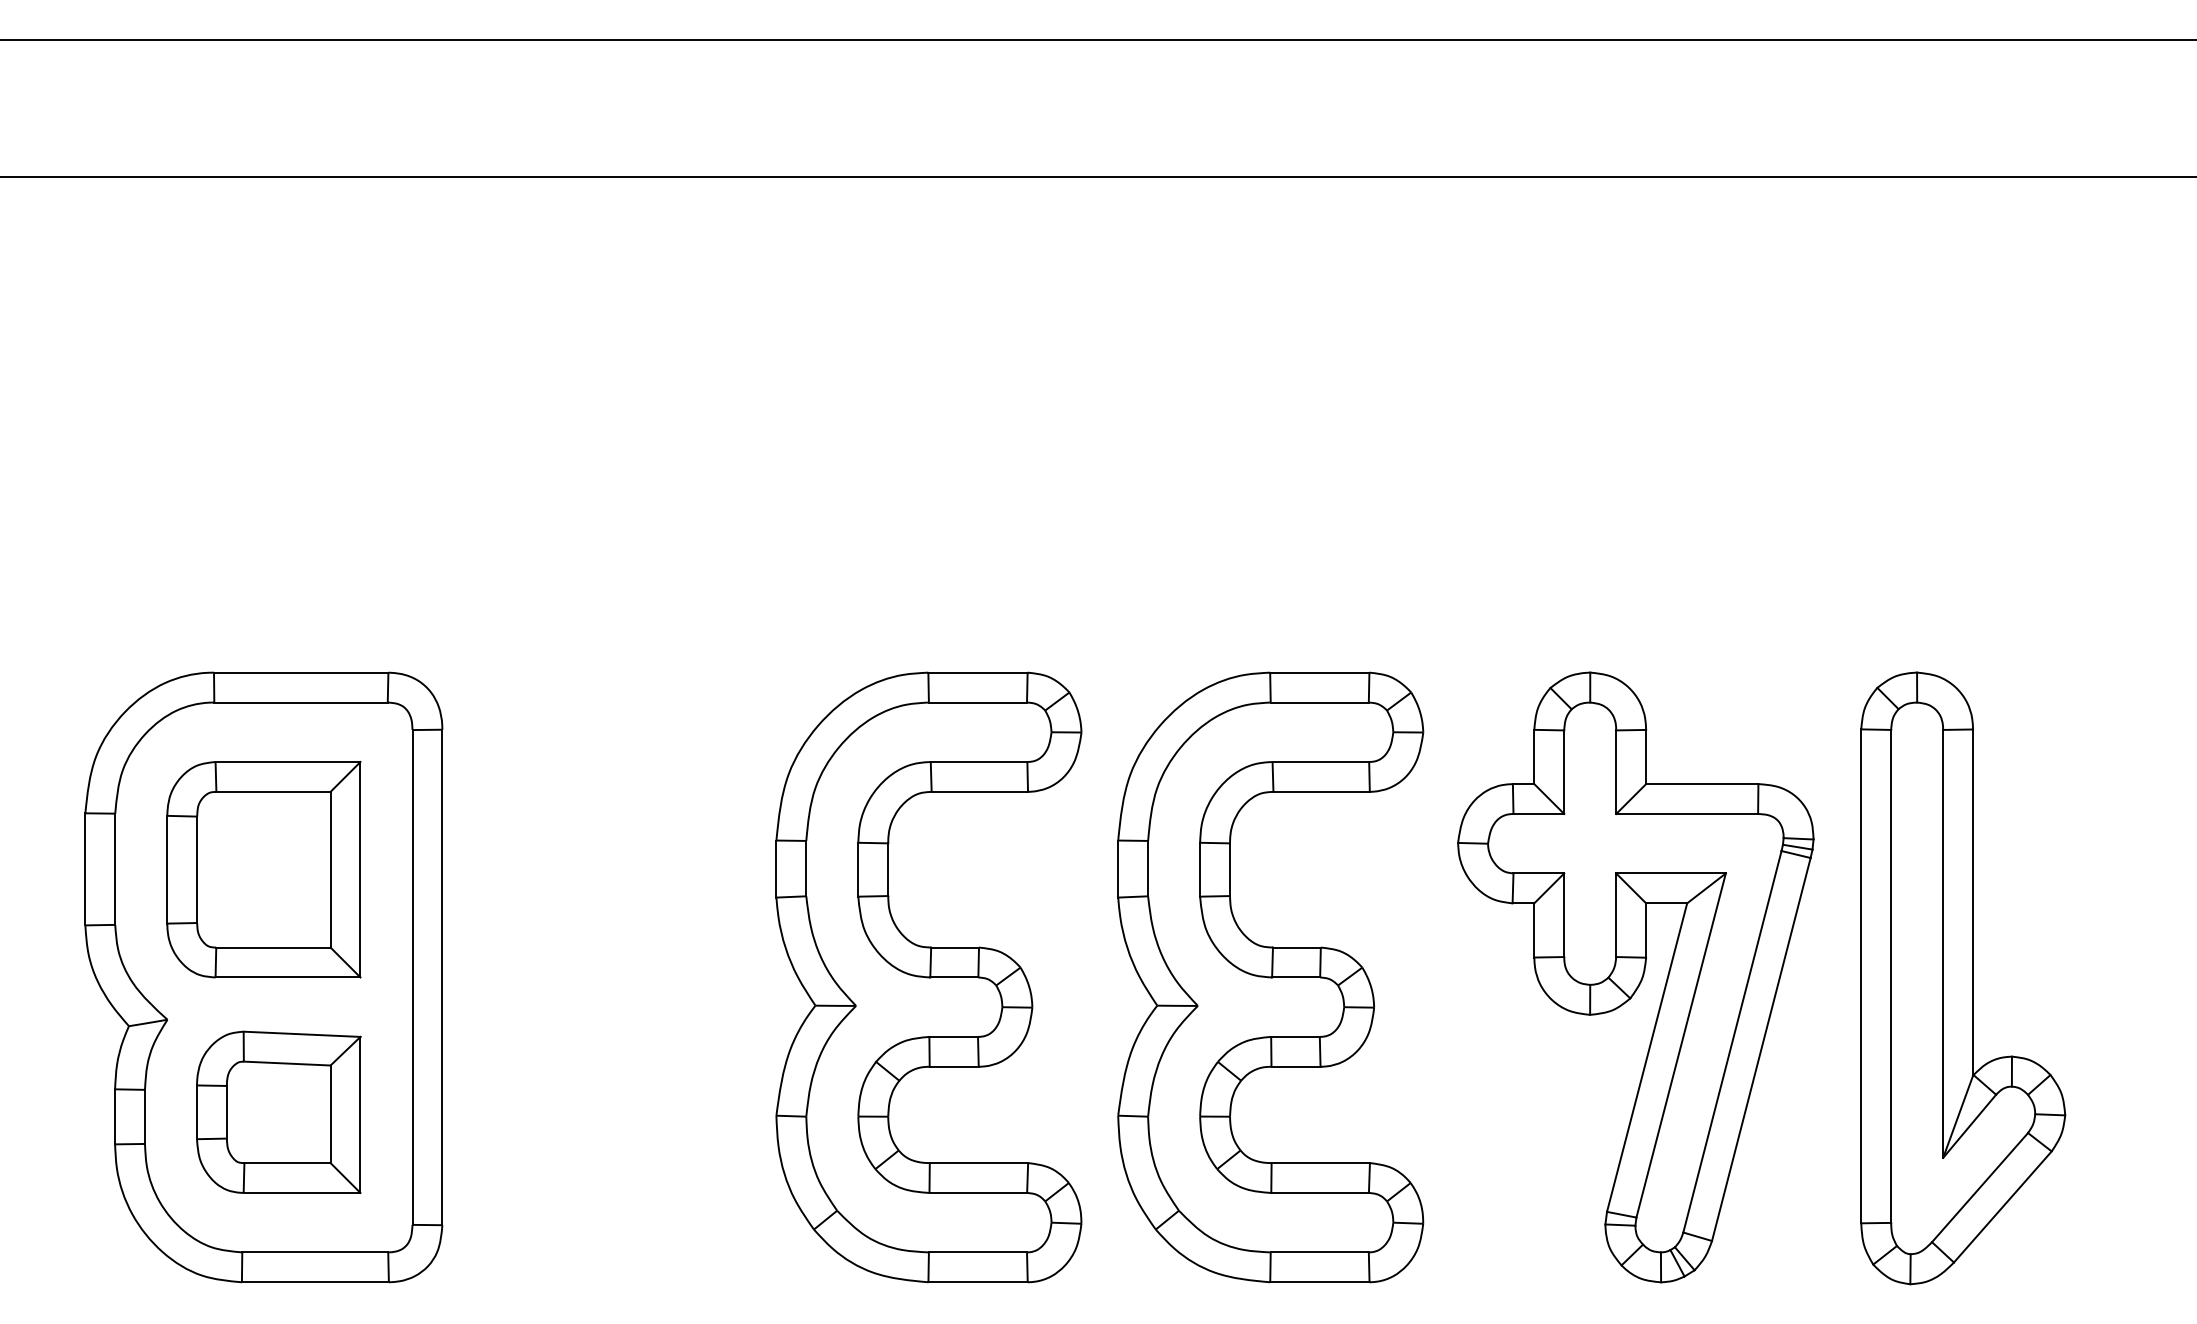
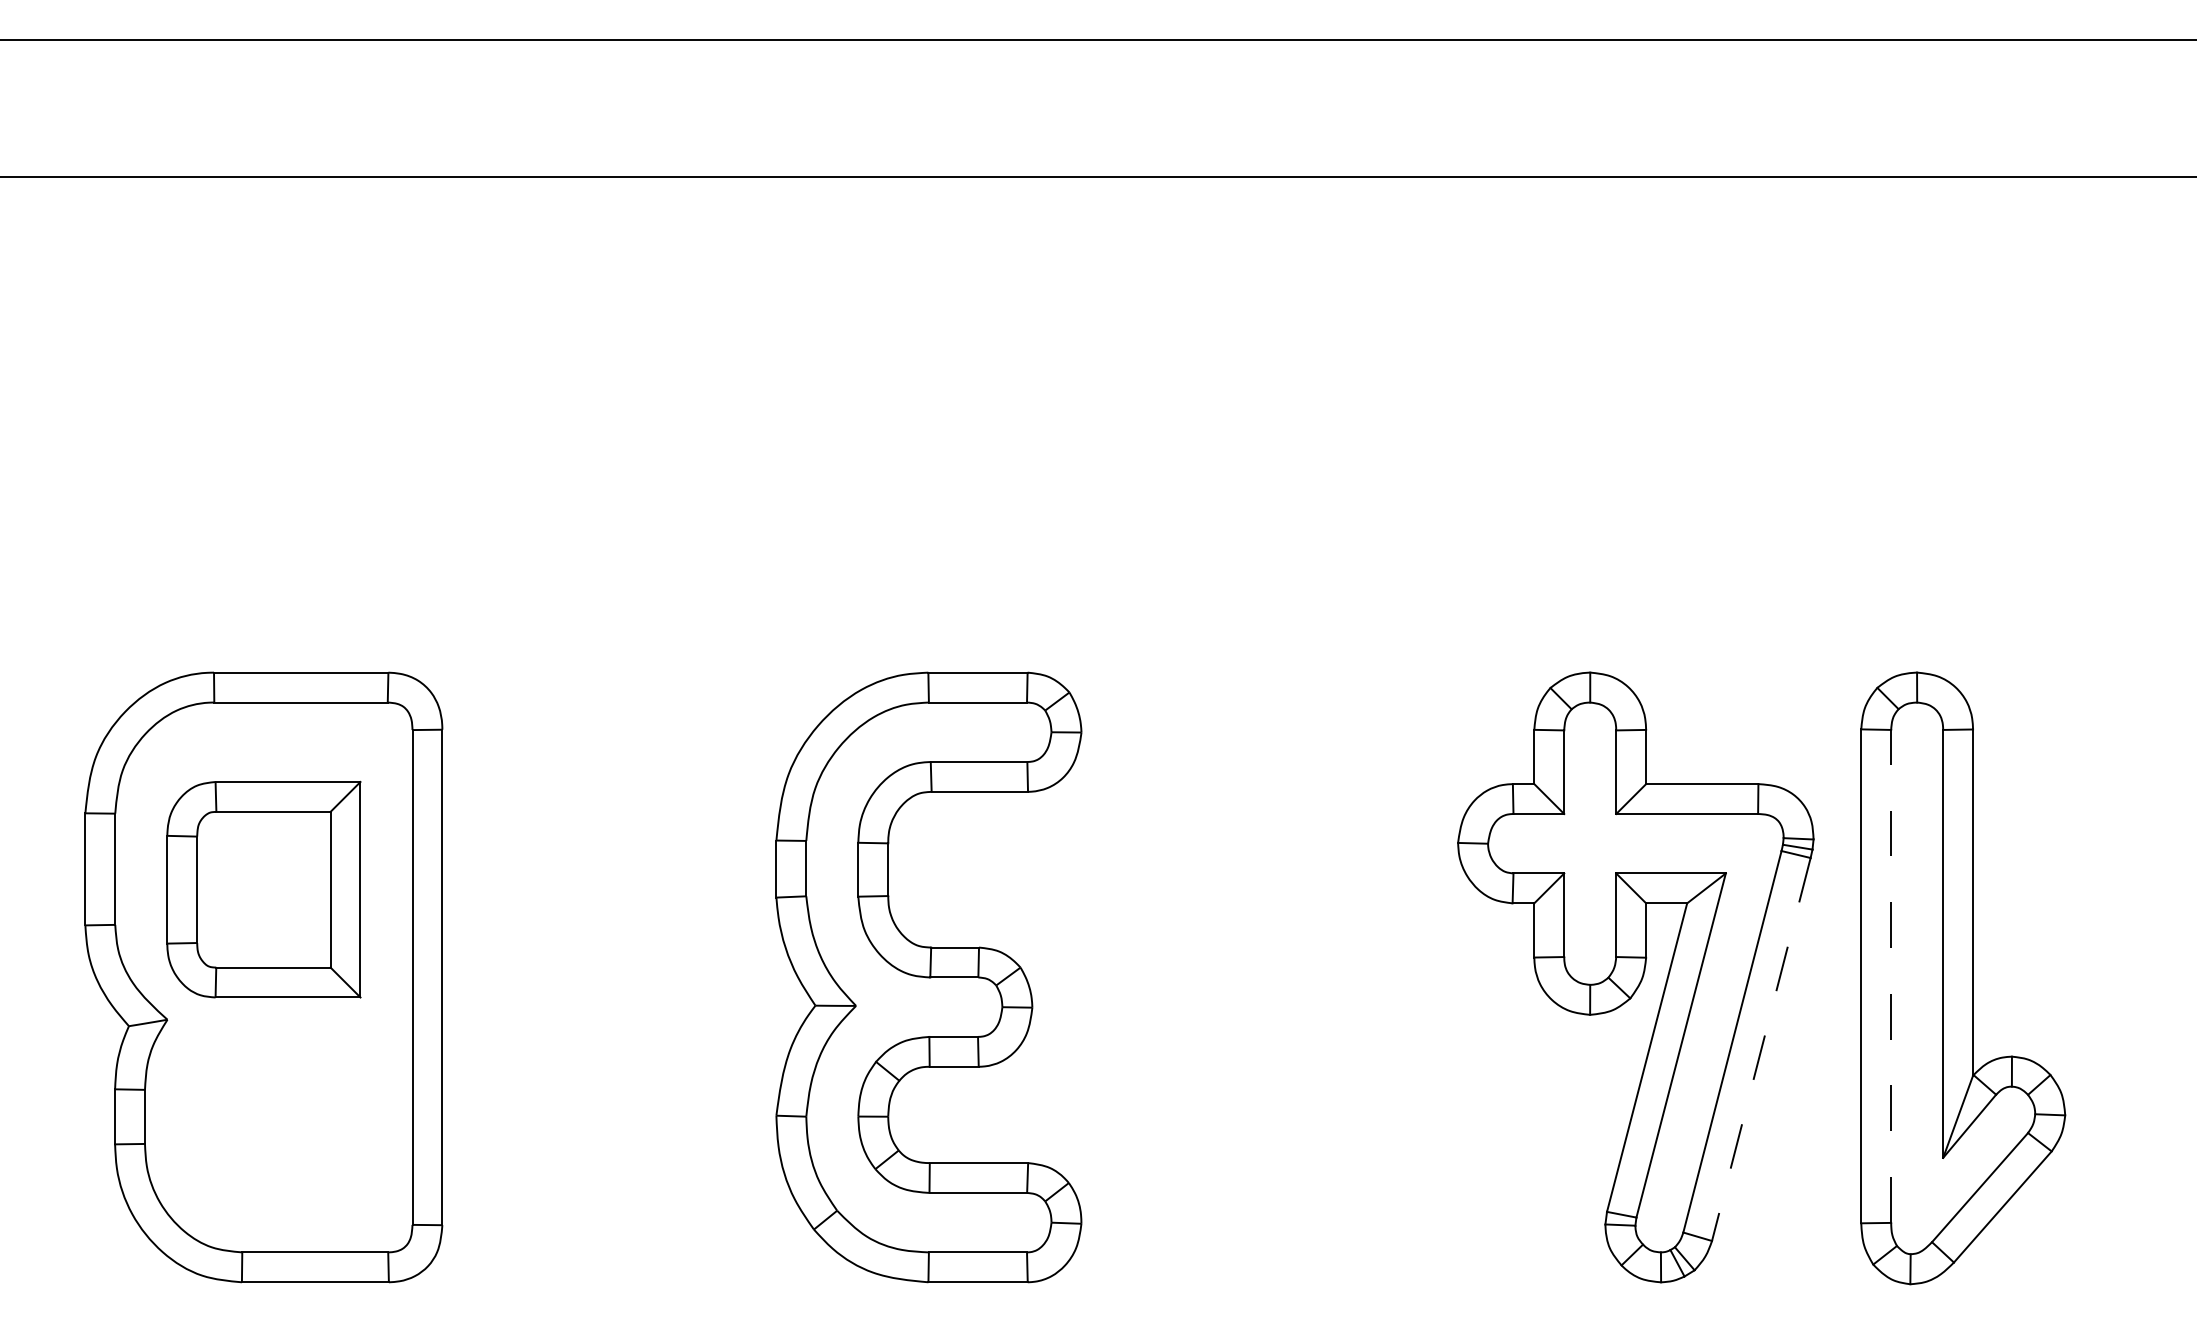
part at (263, 869) position: (263, 869) -> (263, 889)
line at (1891, 975): solid -> dashed
part at (1270, 977): present -> none
line at (1761, 1049): solid -> dashed
part at (278, 1111): present -> none
